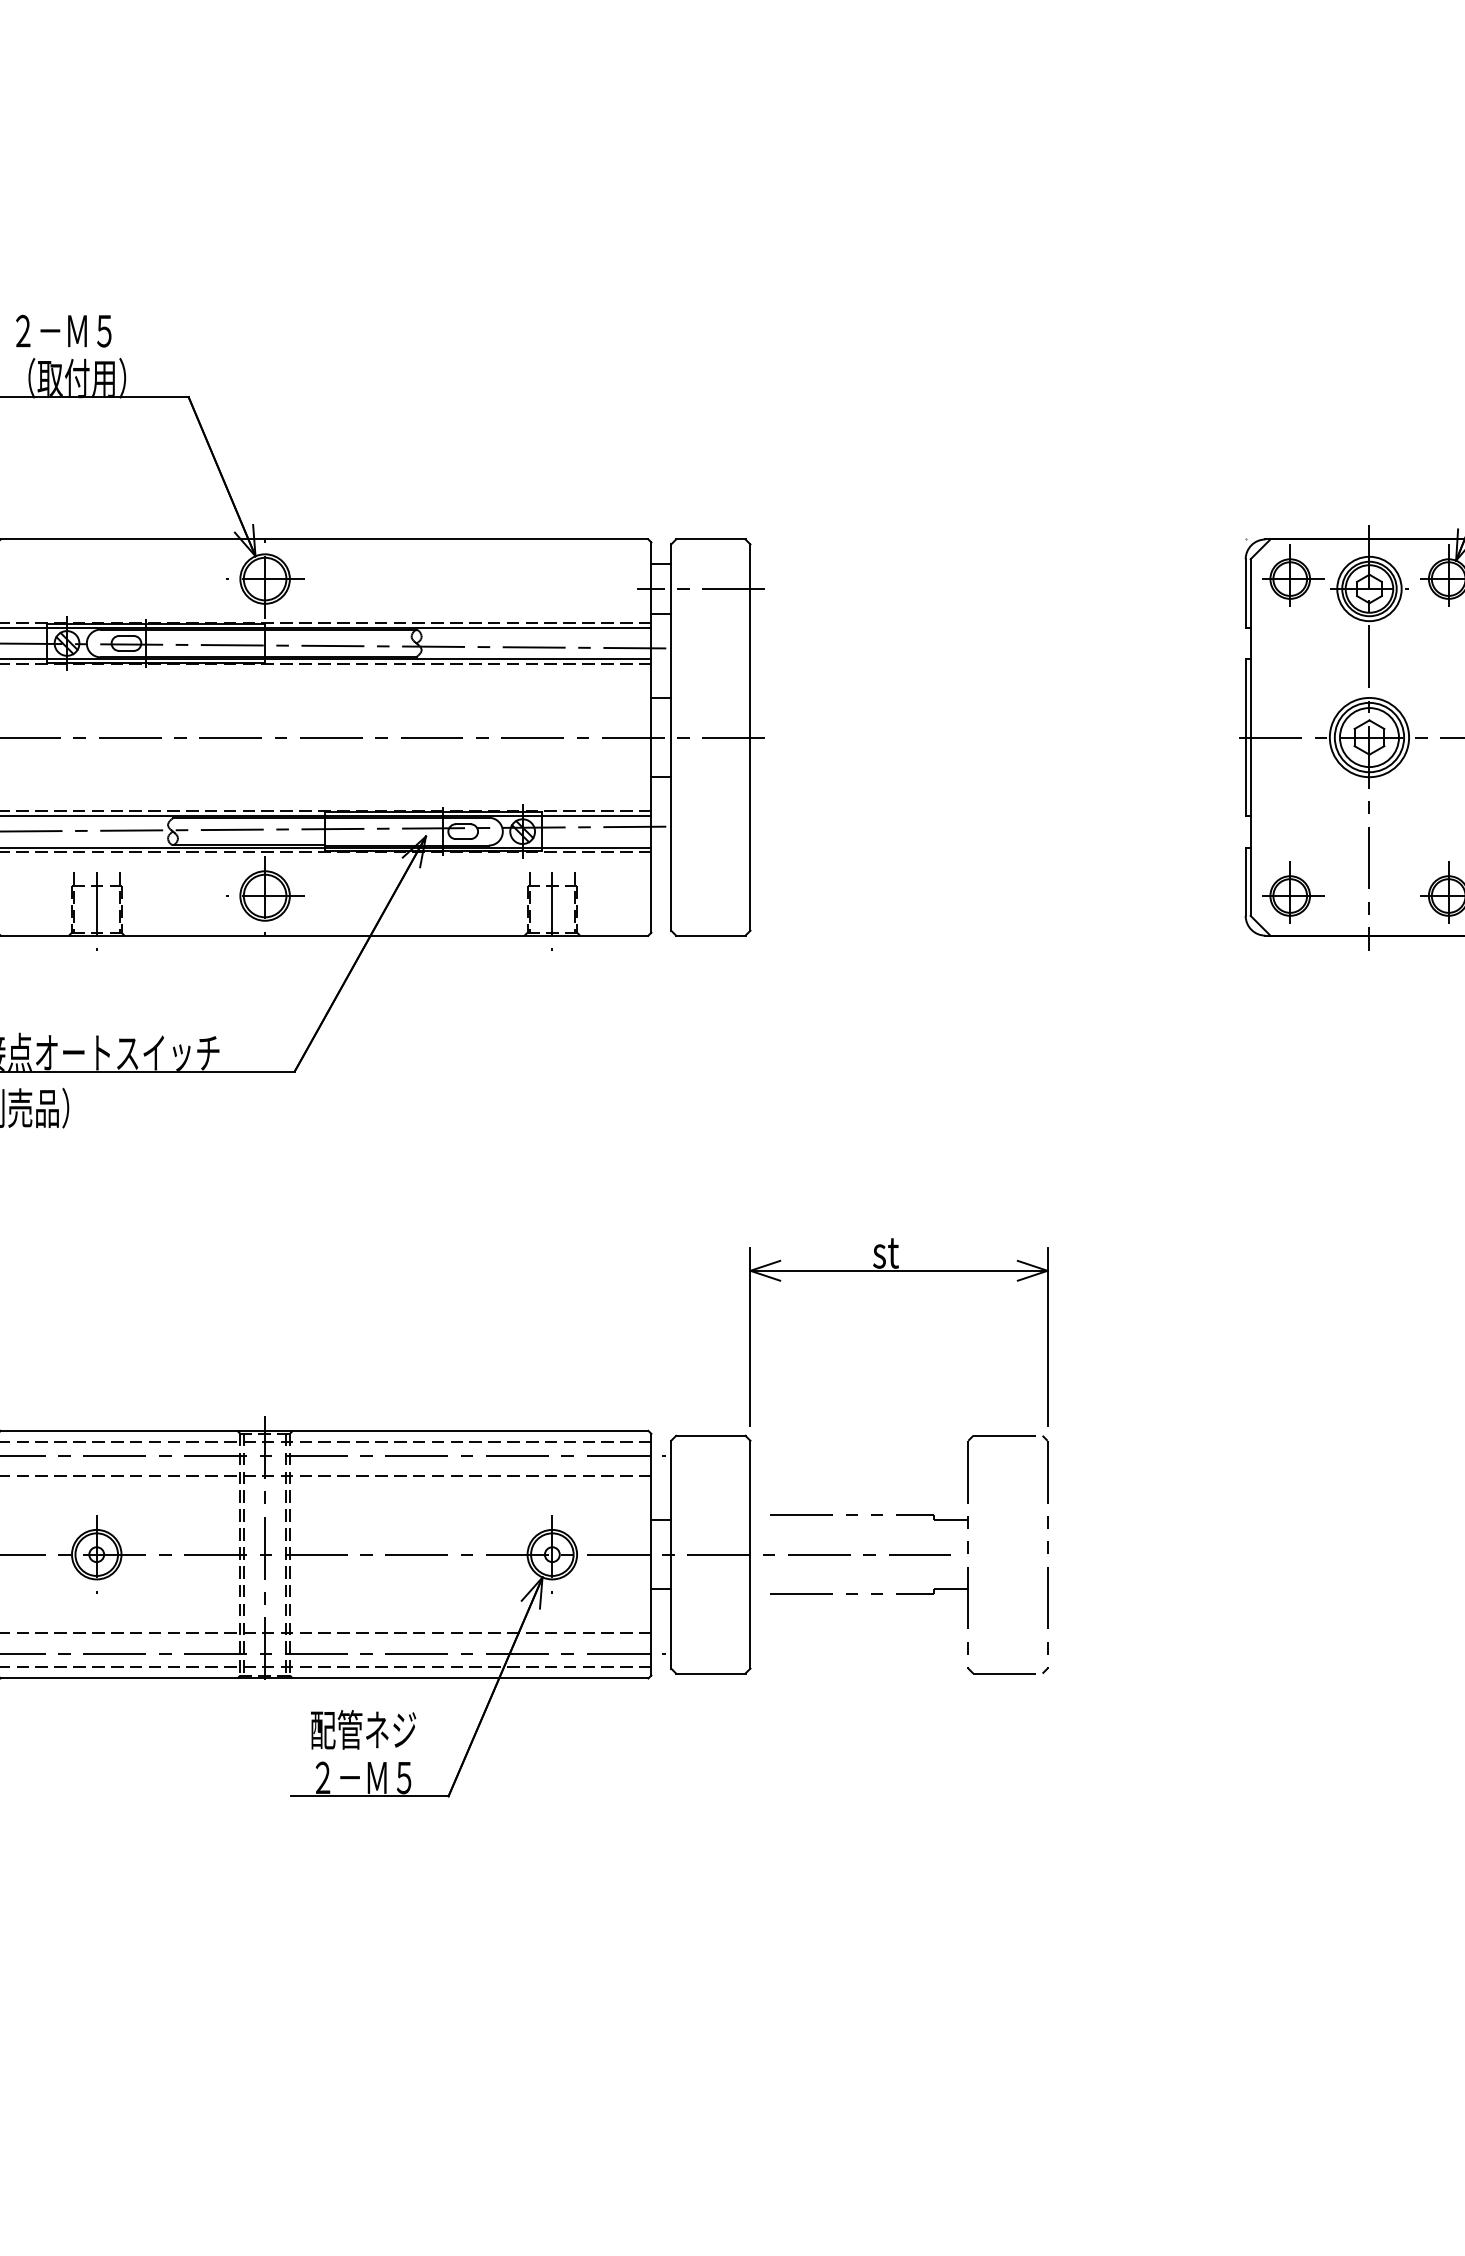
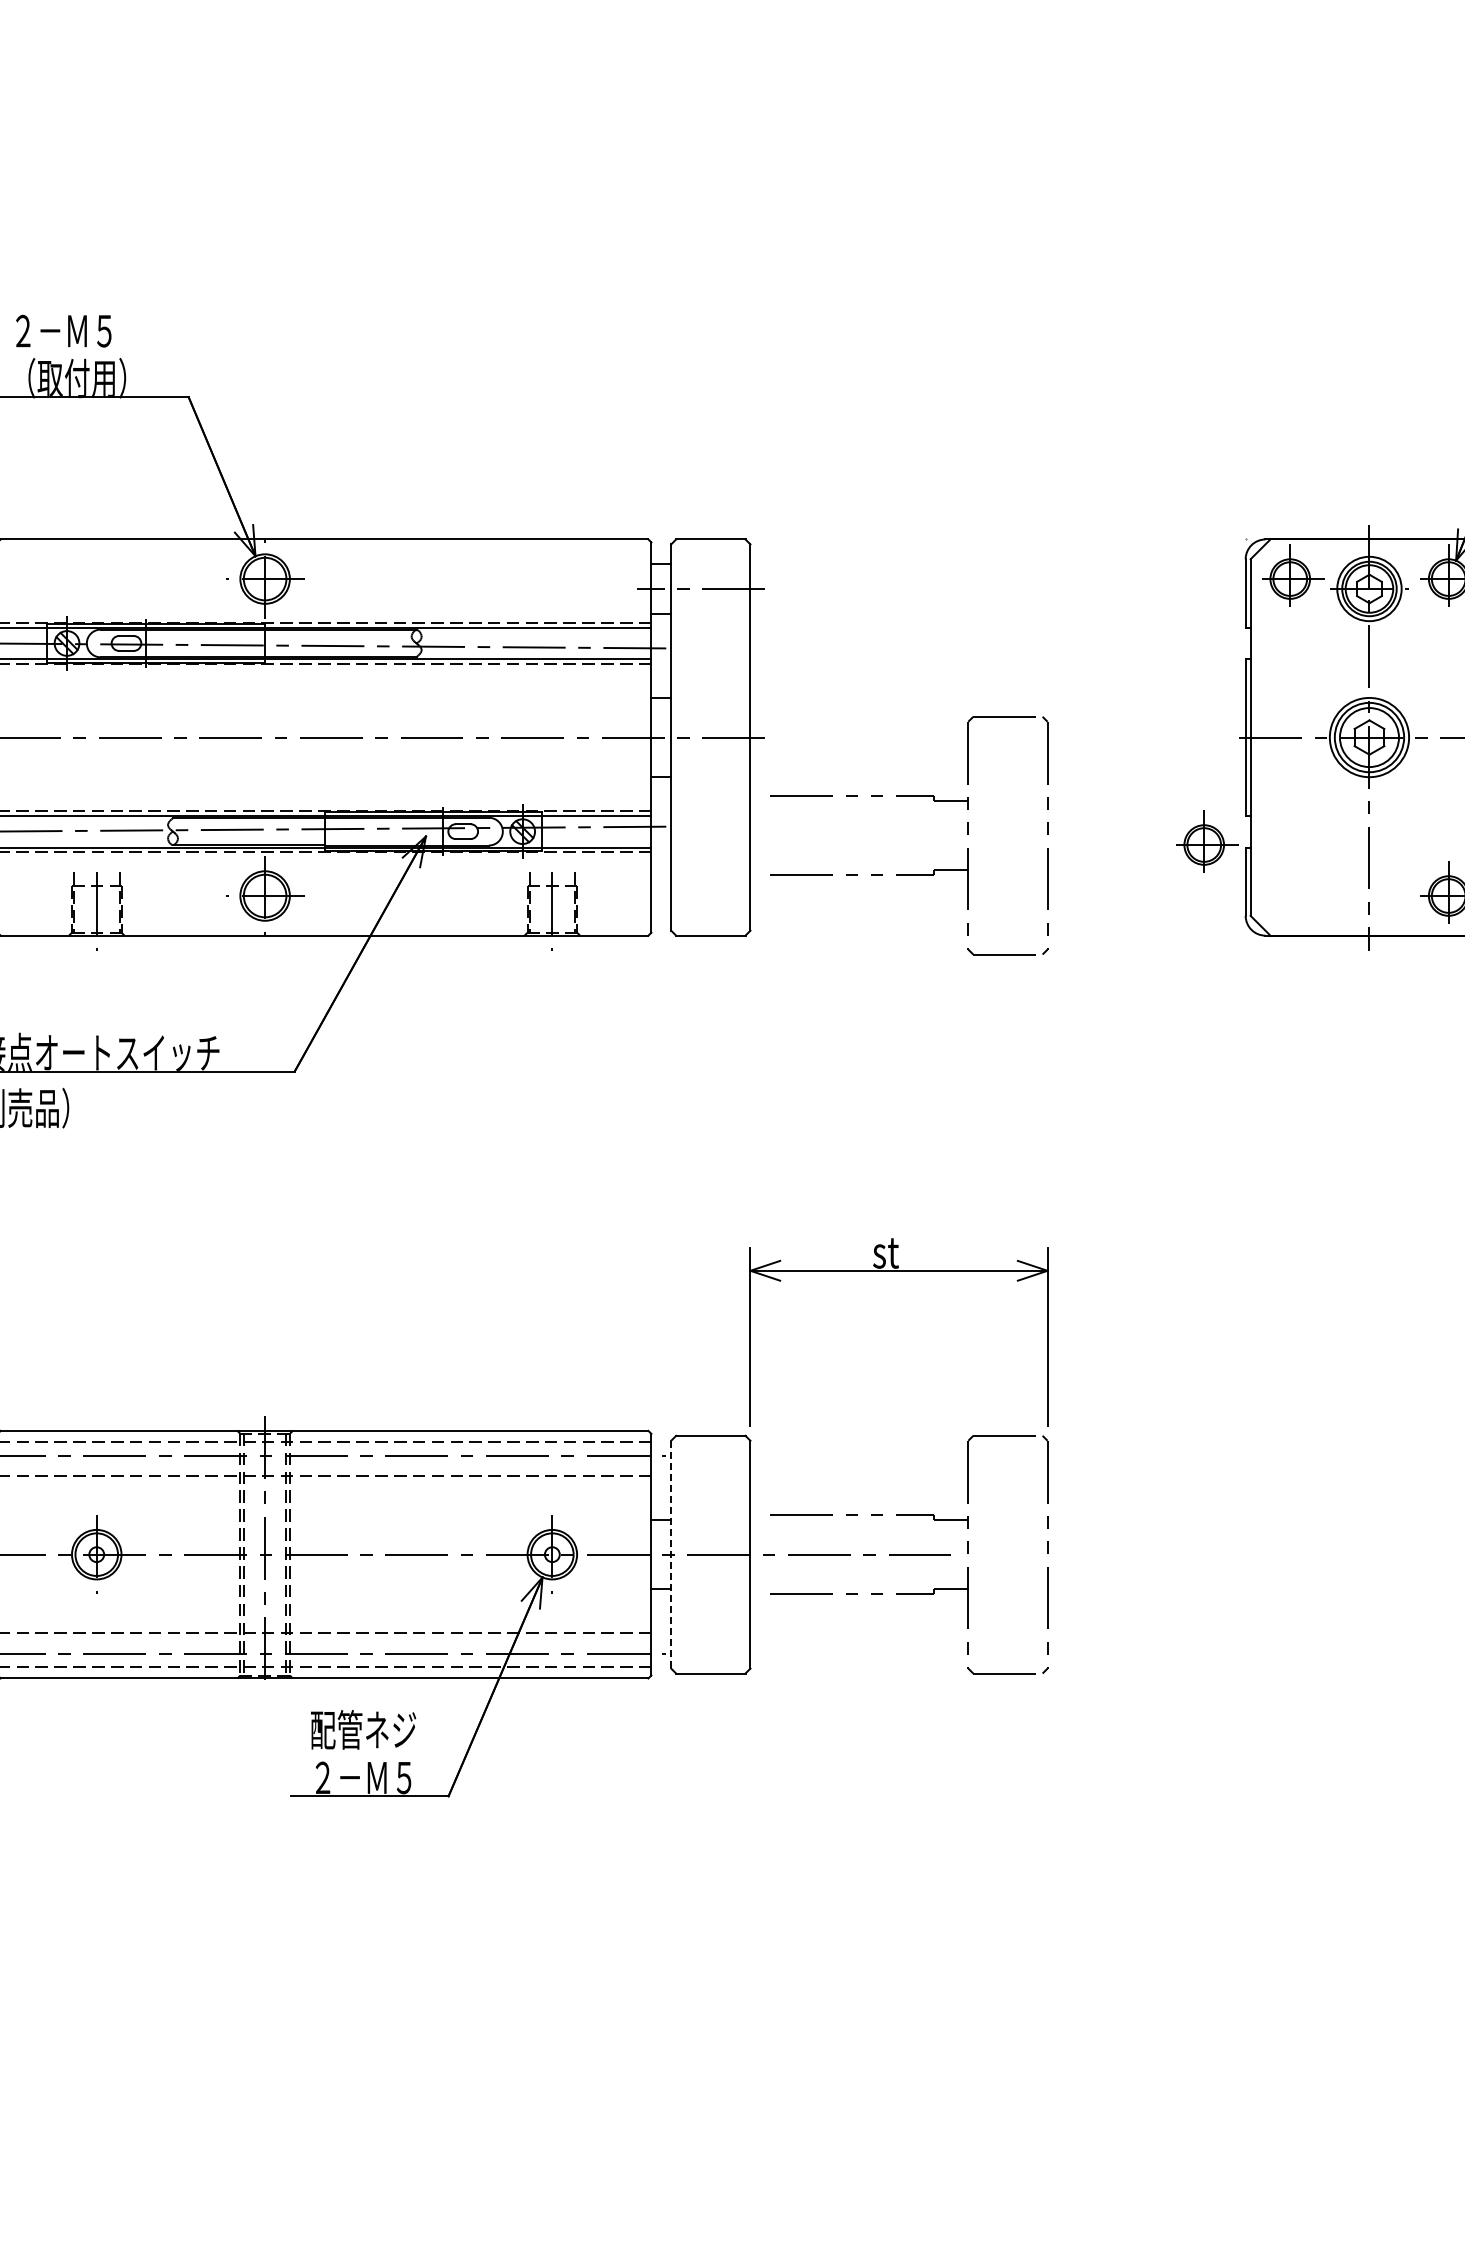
part at (909, 796): none -> present
part at (1293, 892) position: (1293, 892) -> (1207, 841)
line at (671, 1554): solid -> dashed
